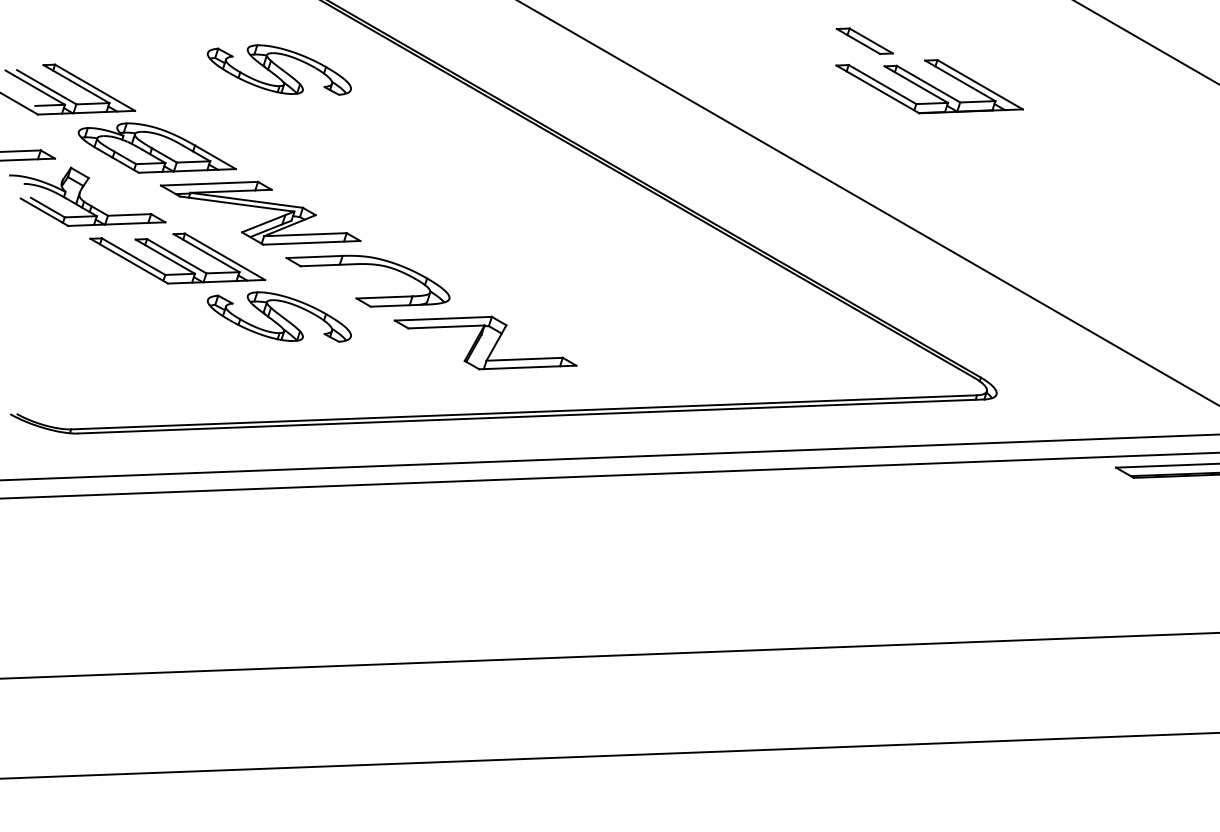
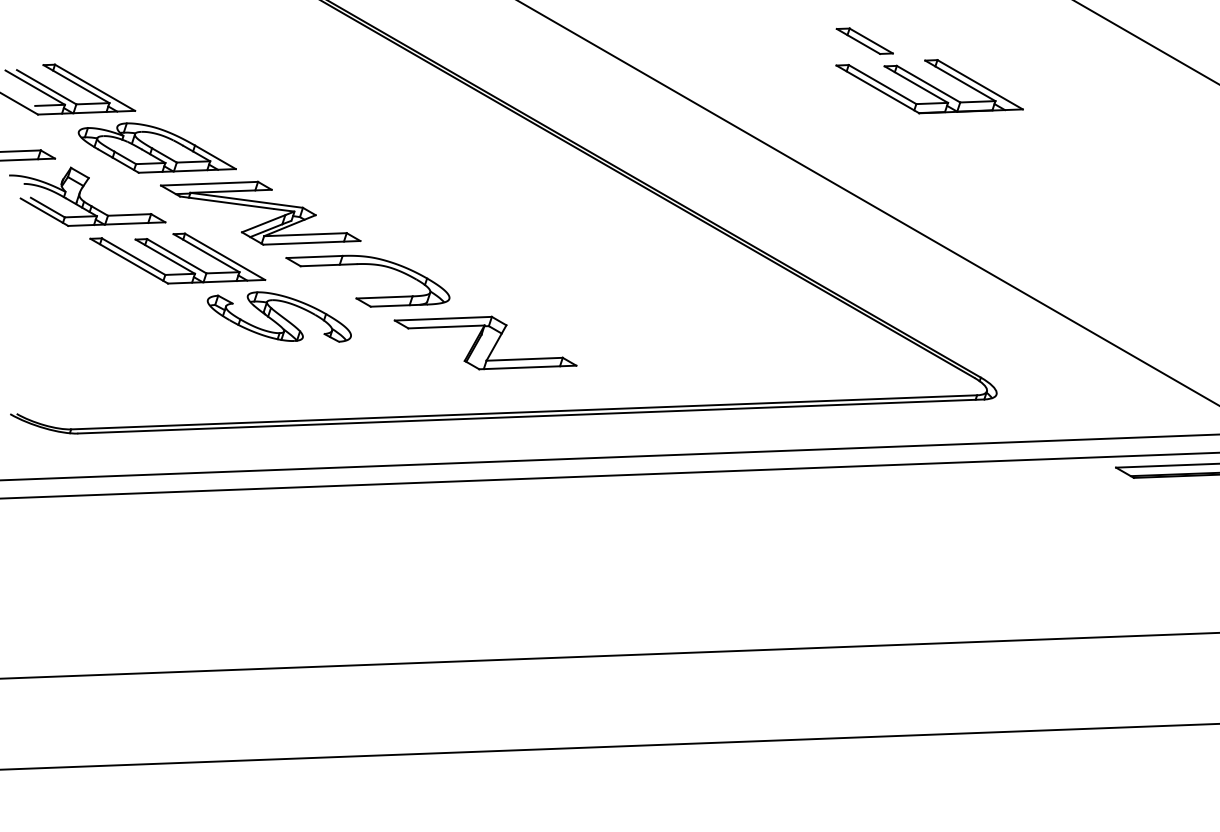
part at (278, 69): present -> none
line at (609, 755) position: (609, 755) -> (609, 746)
